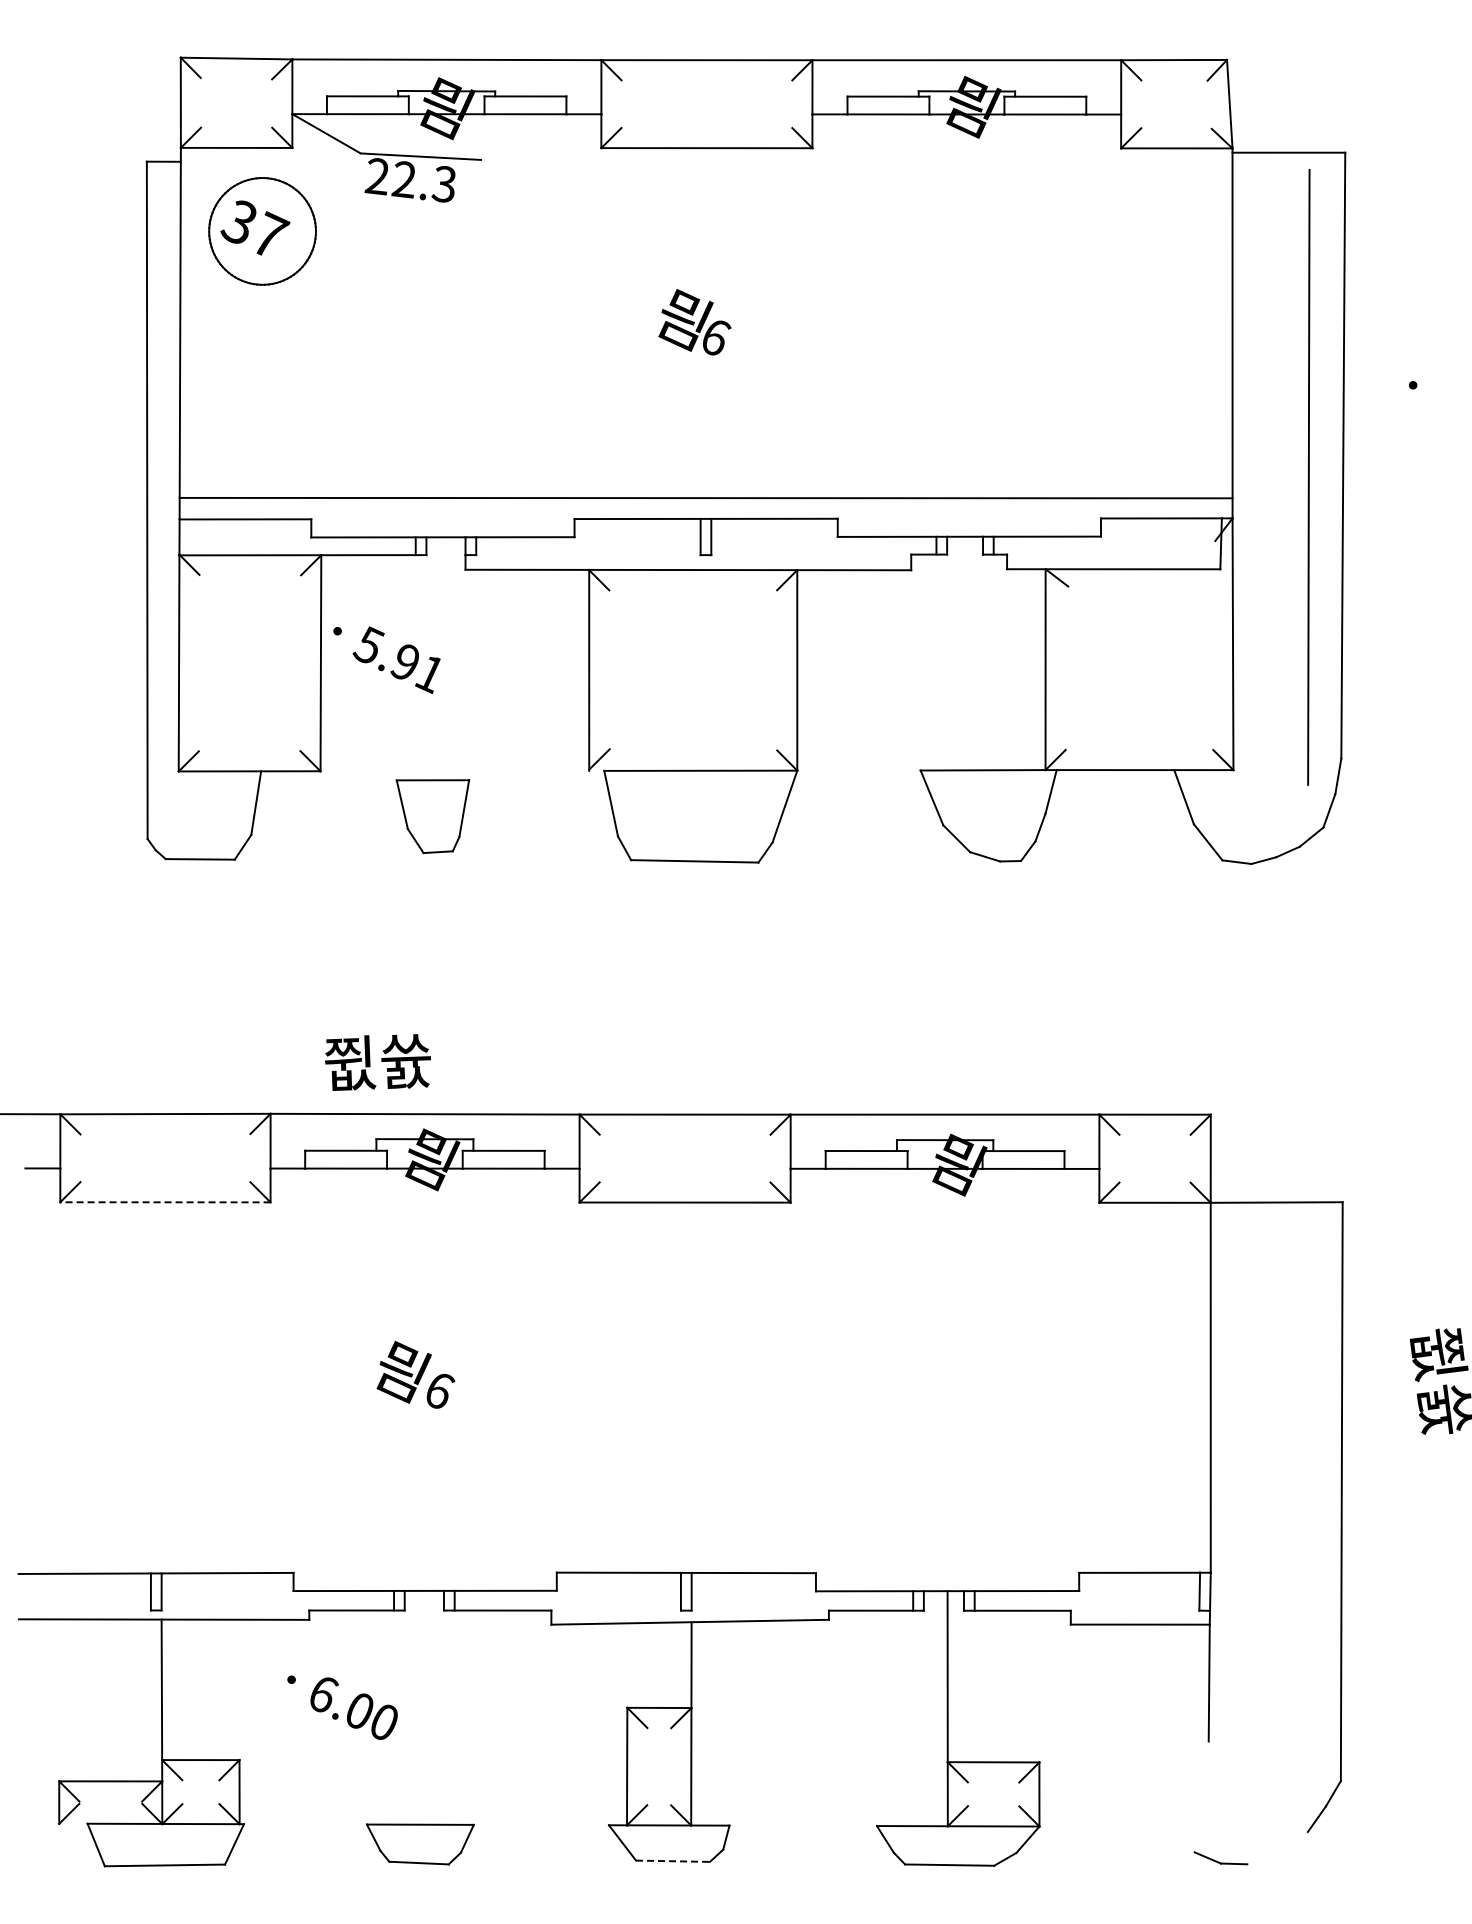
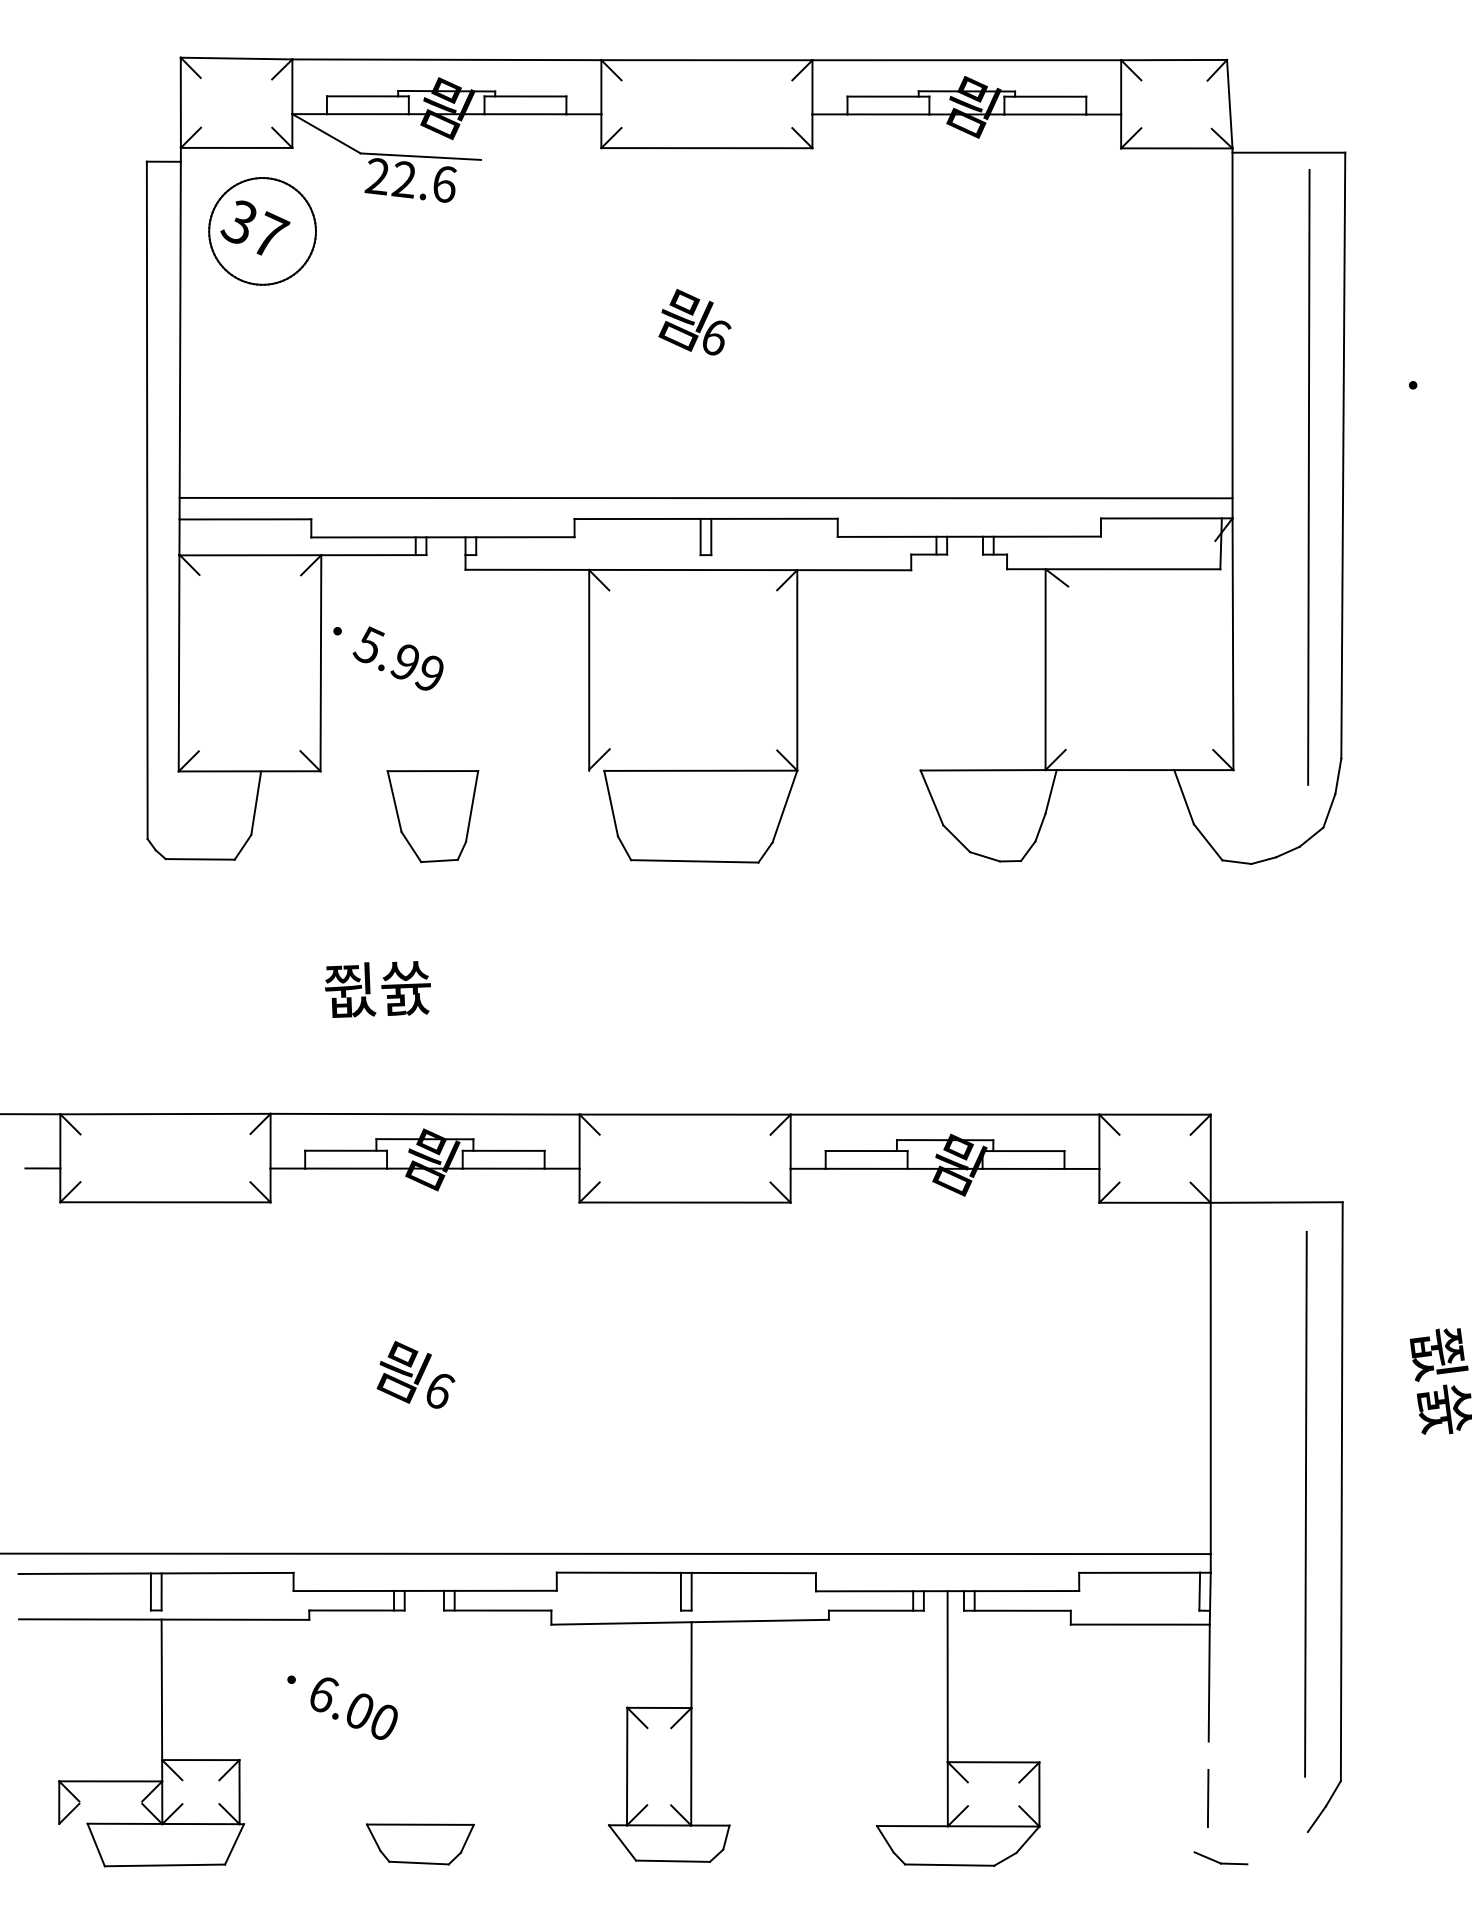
text at (443, 183): 22.3 -> 22.6
text at (429, 674): 5.91 -> 5.99
part at (432, 816) size: 76x76 px -> 94x94 px
text at (377, 1062) position: (377, 1062) -> (377, 989)
line at (164, 1202): dashed -> solid
line at (1305, 1503): none -> present
line at (606, 1553): none -> present
line at (1207, 1798): none -> present
line at (673, 1861): dashed -> solid
